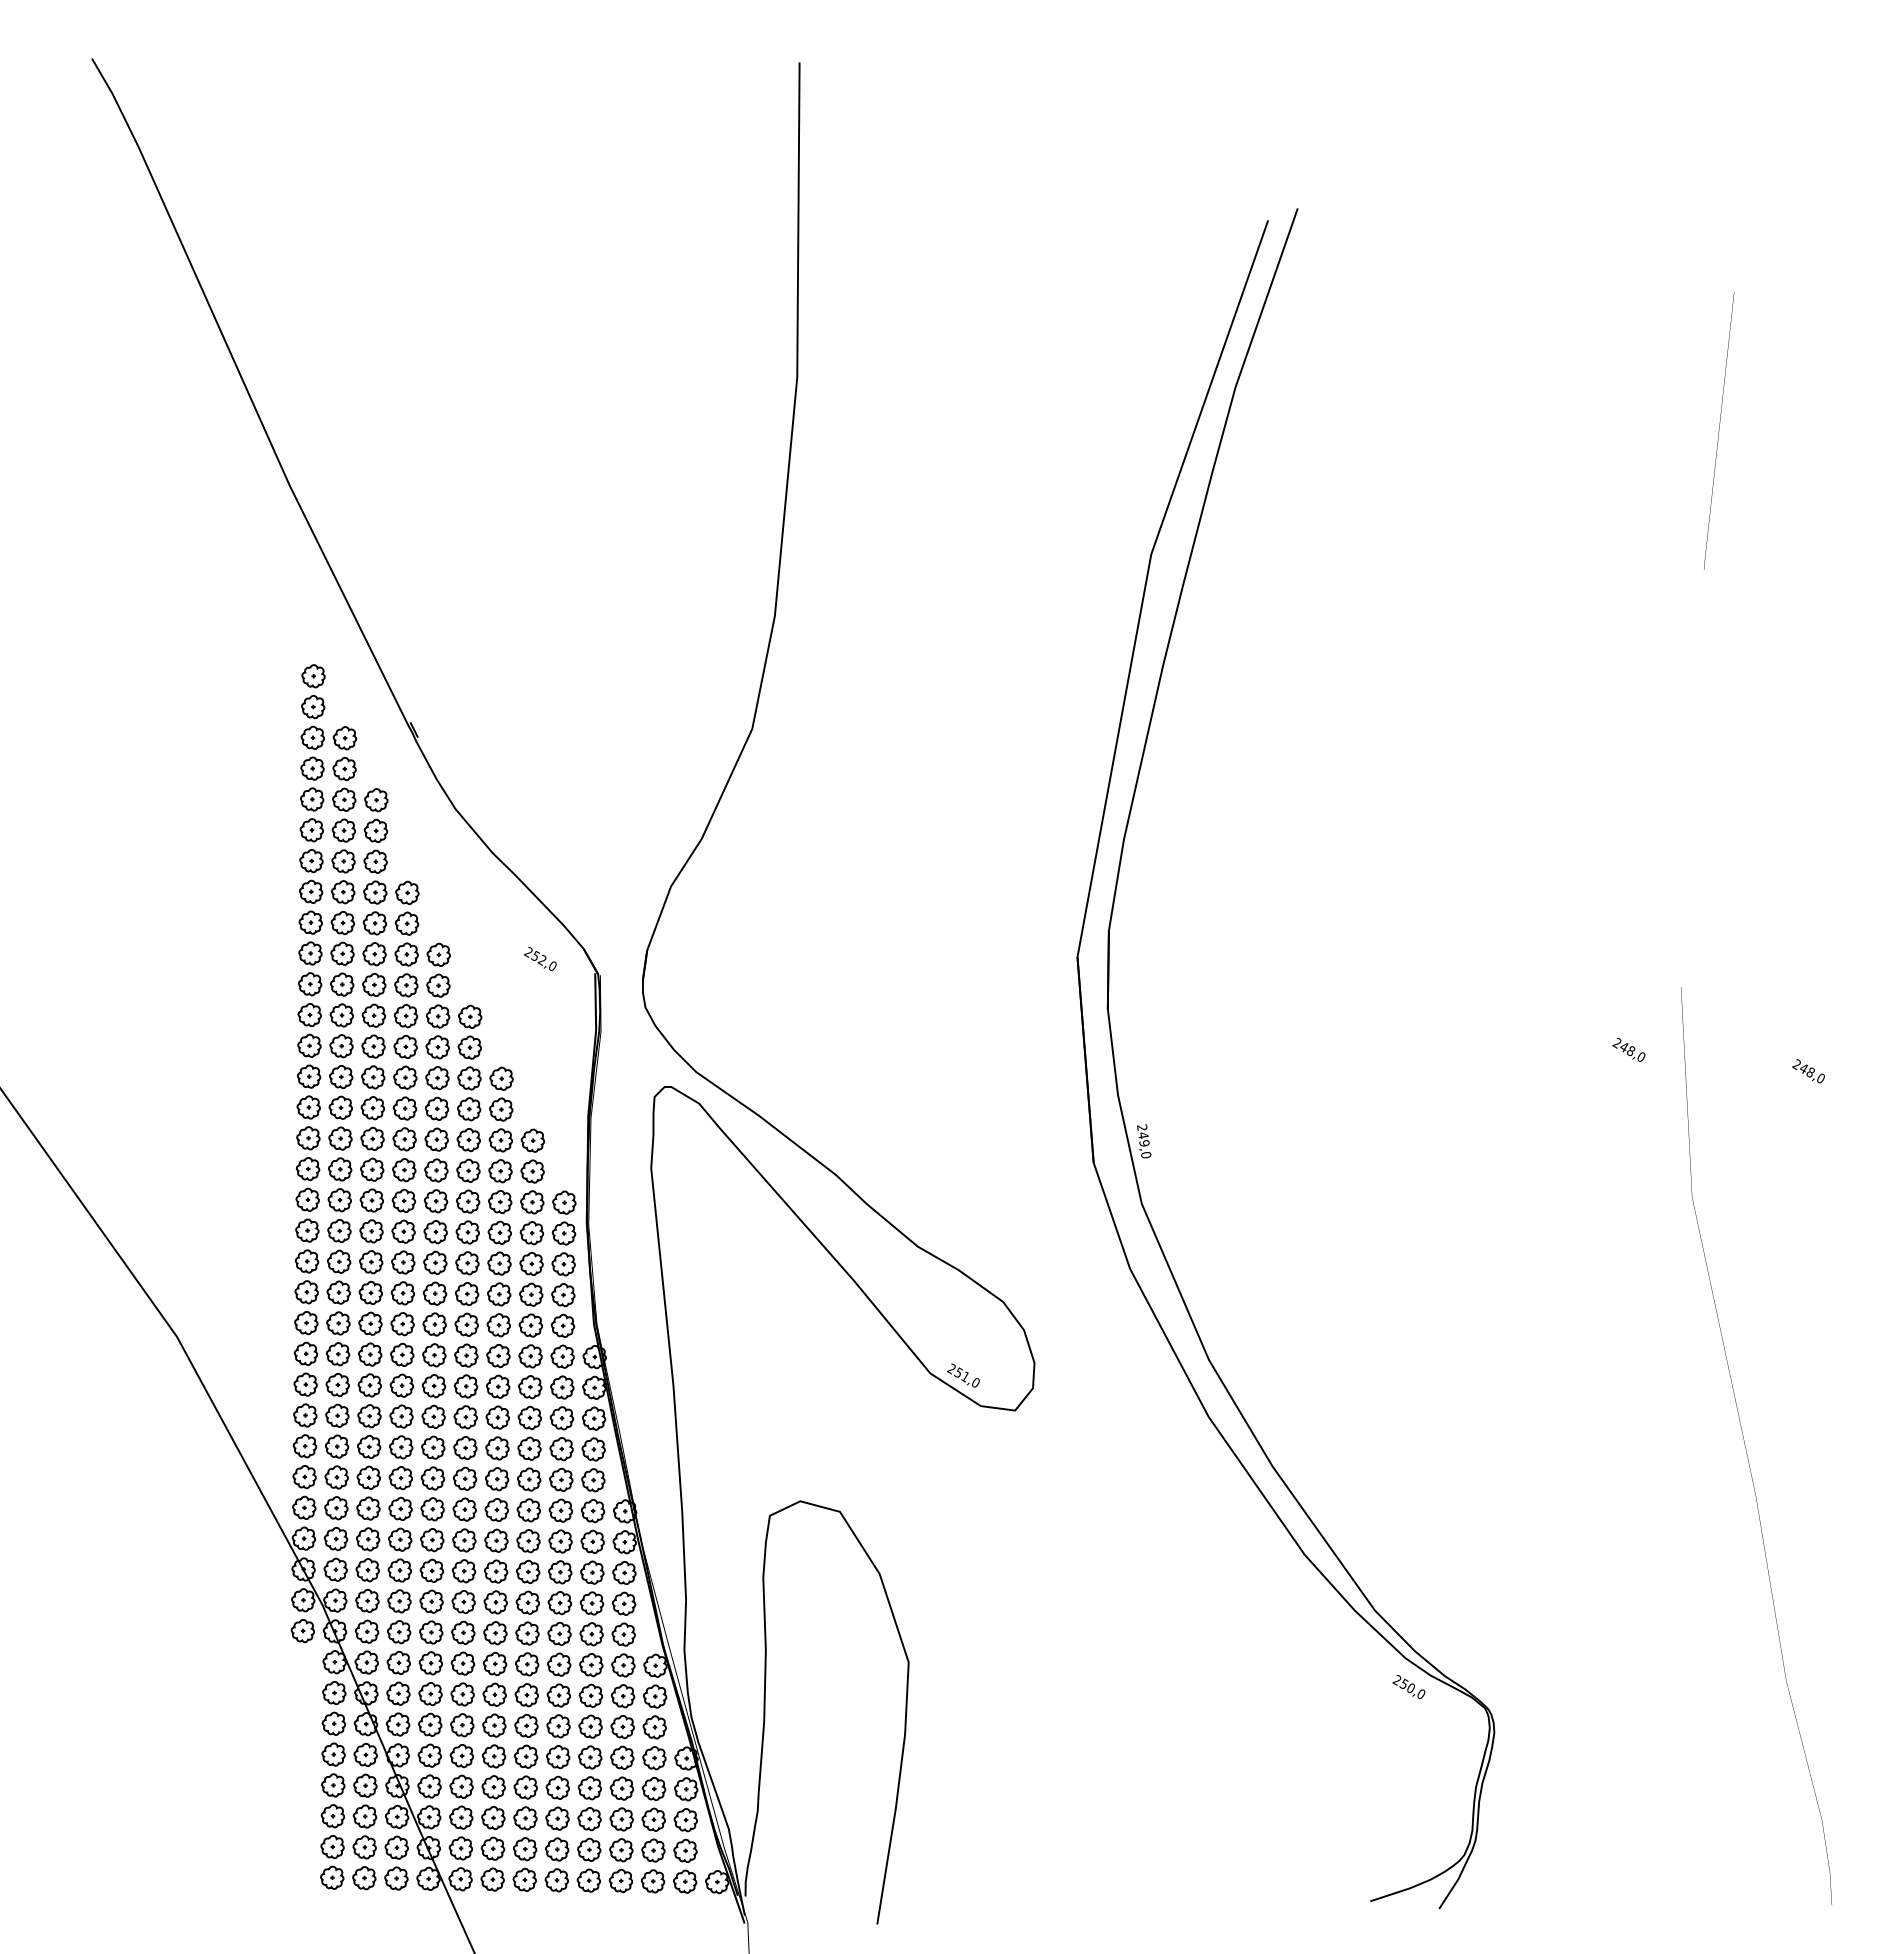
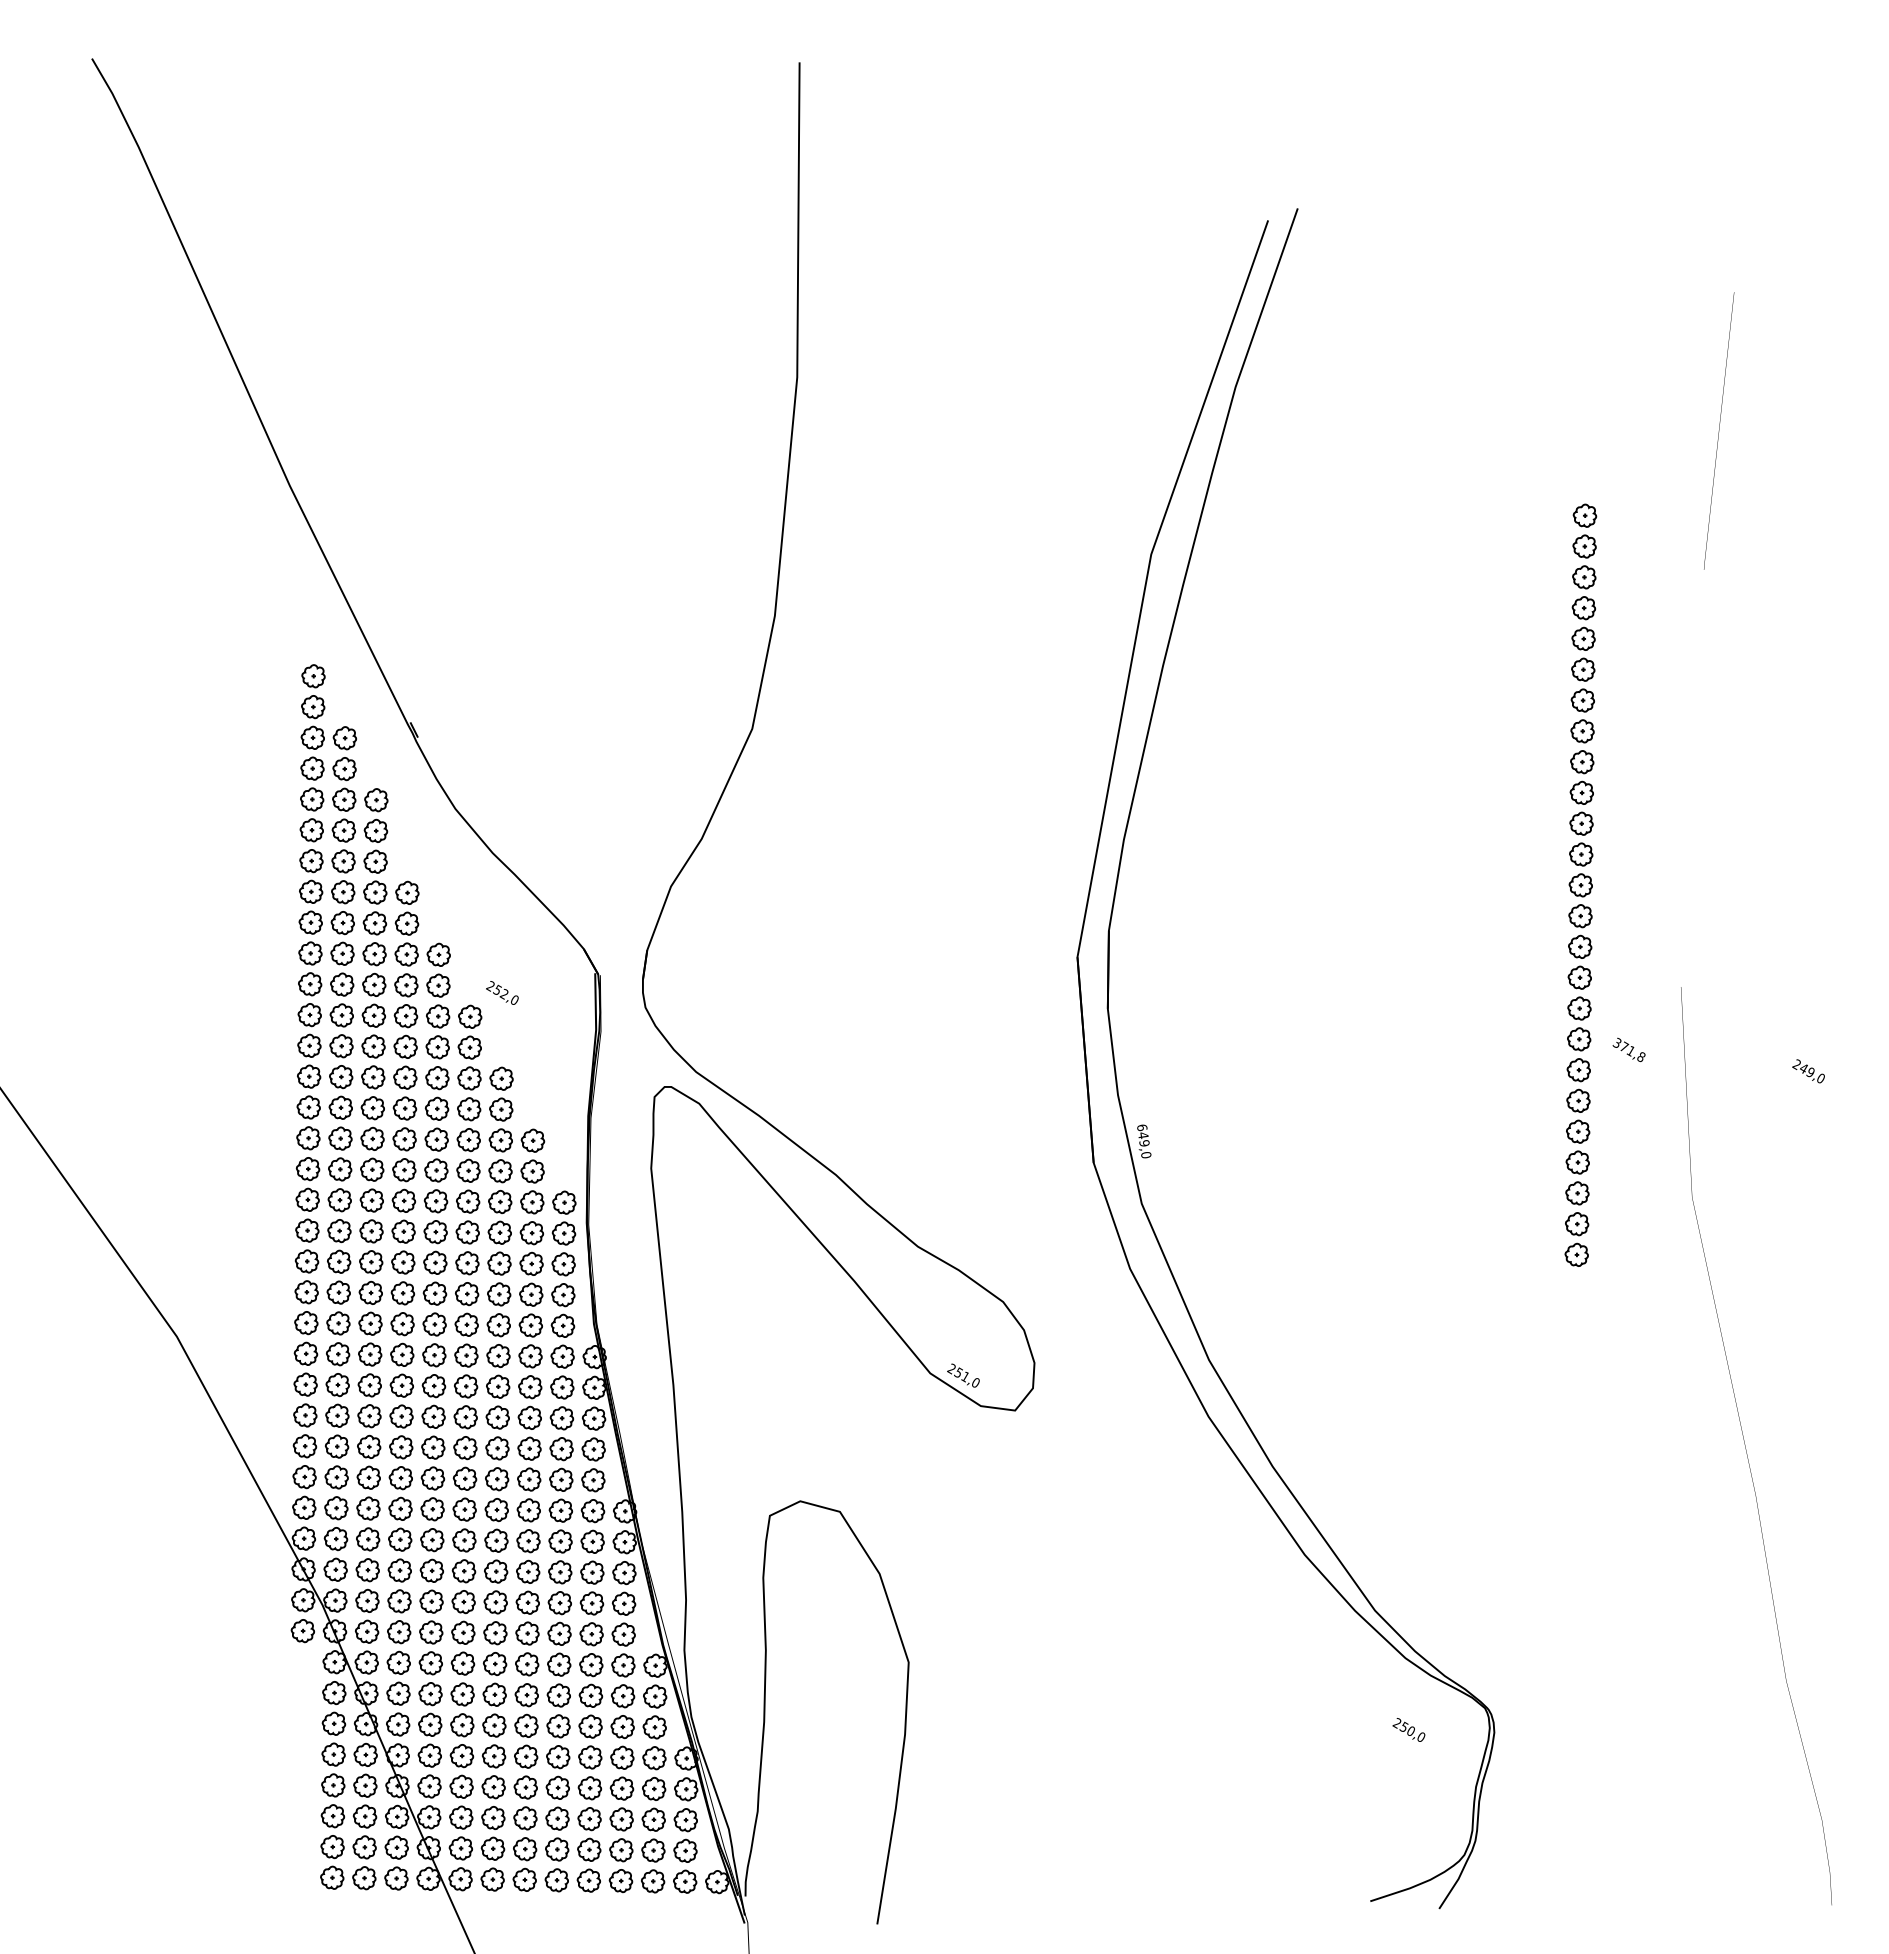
part at (1580, 884): none -> present
text at (540, 958) position: (540, 958) -> (502, 992)
text at (1629, 1050): 248,0 -> 371,8
text at (1810, 1072): 248,0 -> 249,0
text at (1142, 1127): 249,0 -> 649,0
text at (1408, 1686) position: (1408, 1686) -> (1408, 1729)
